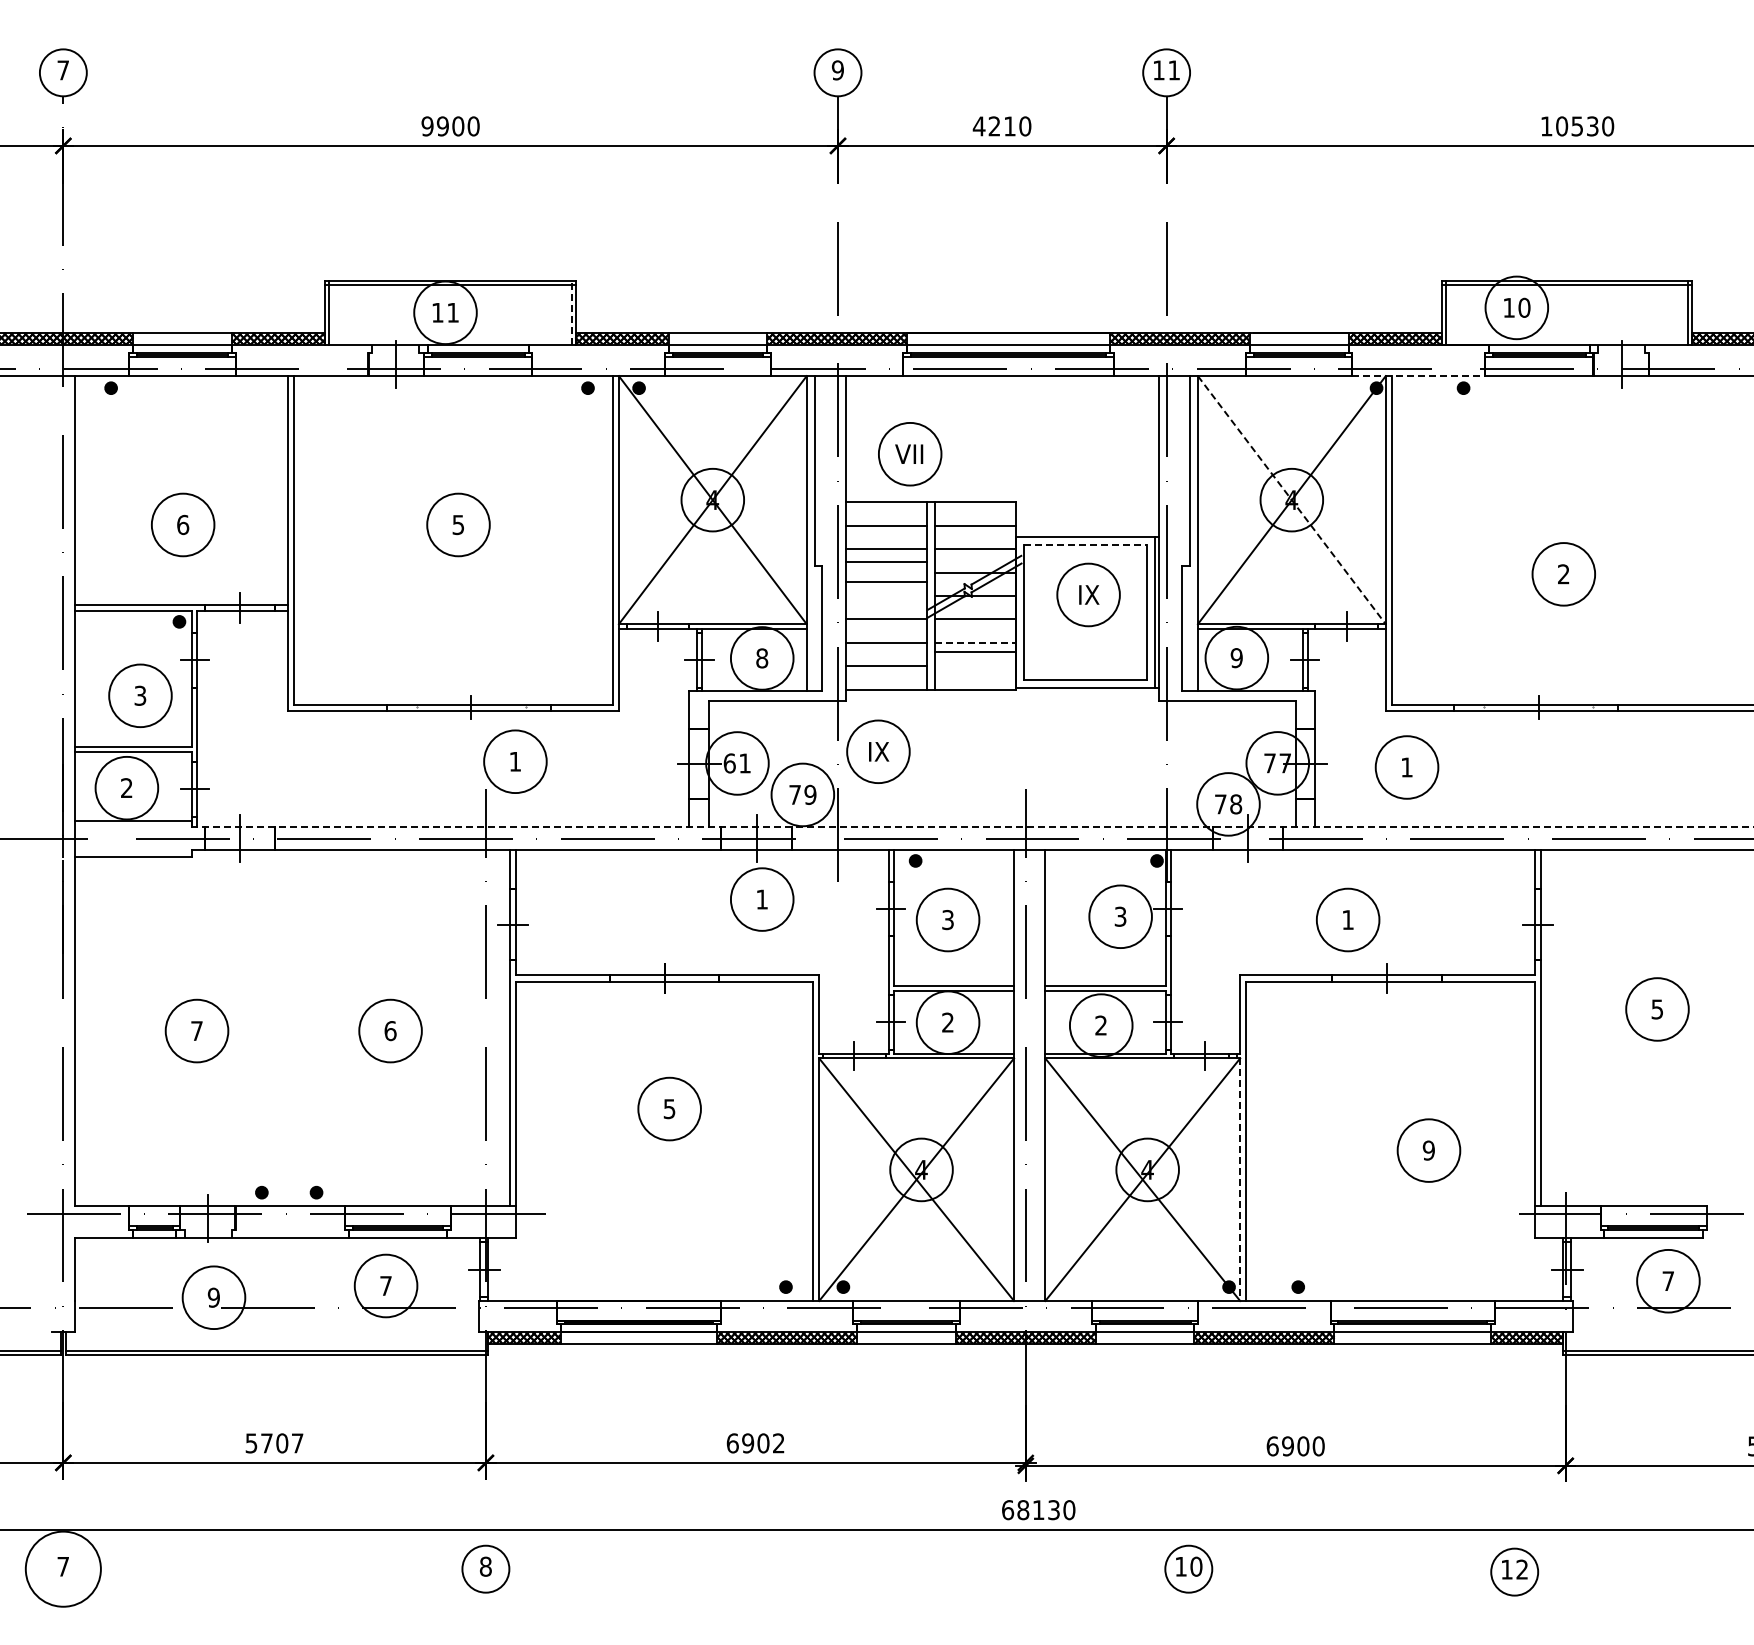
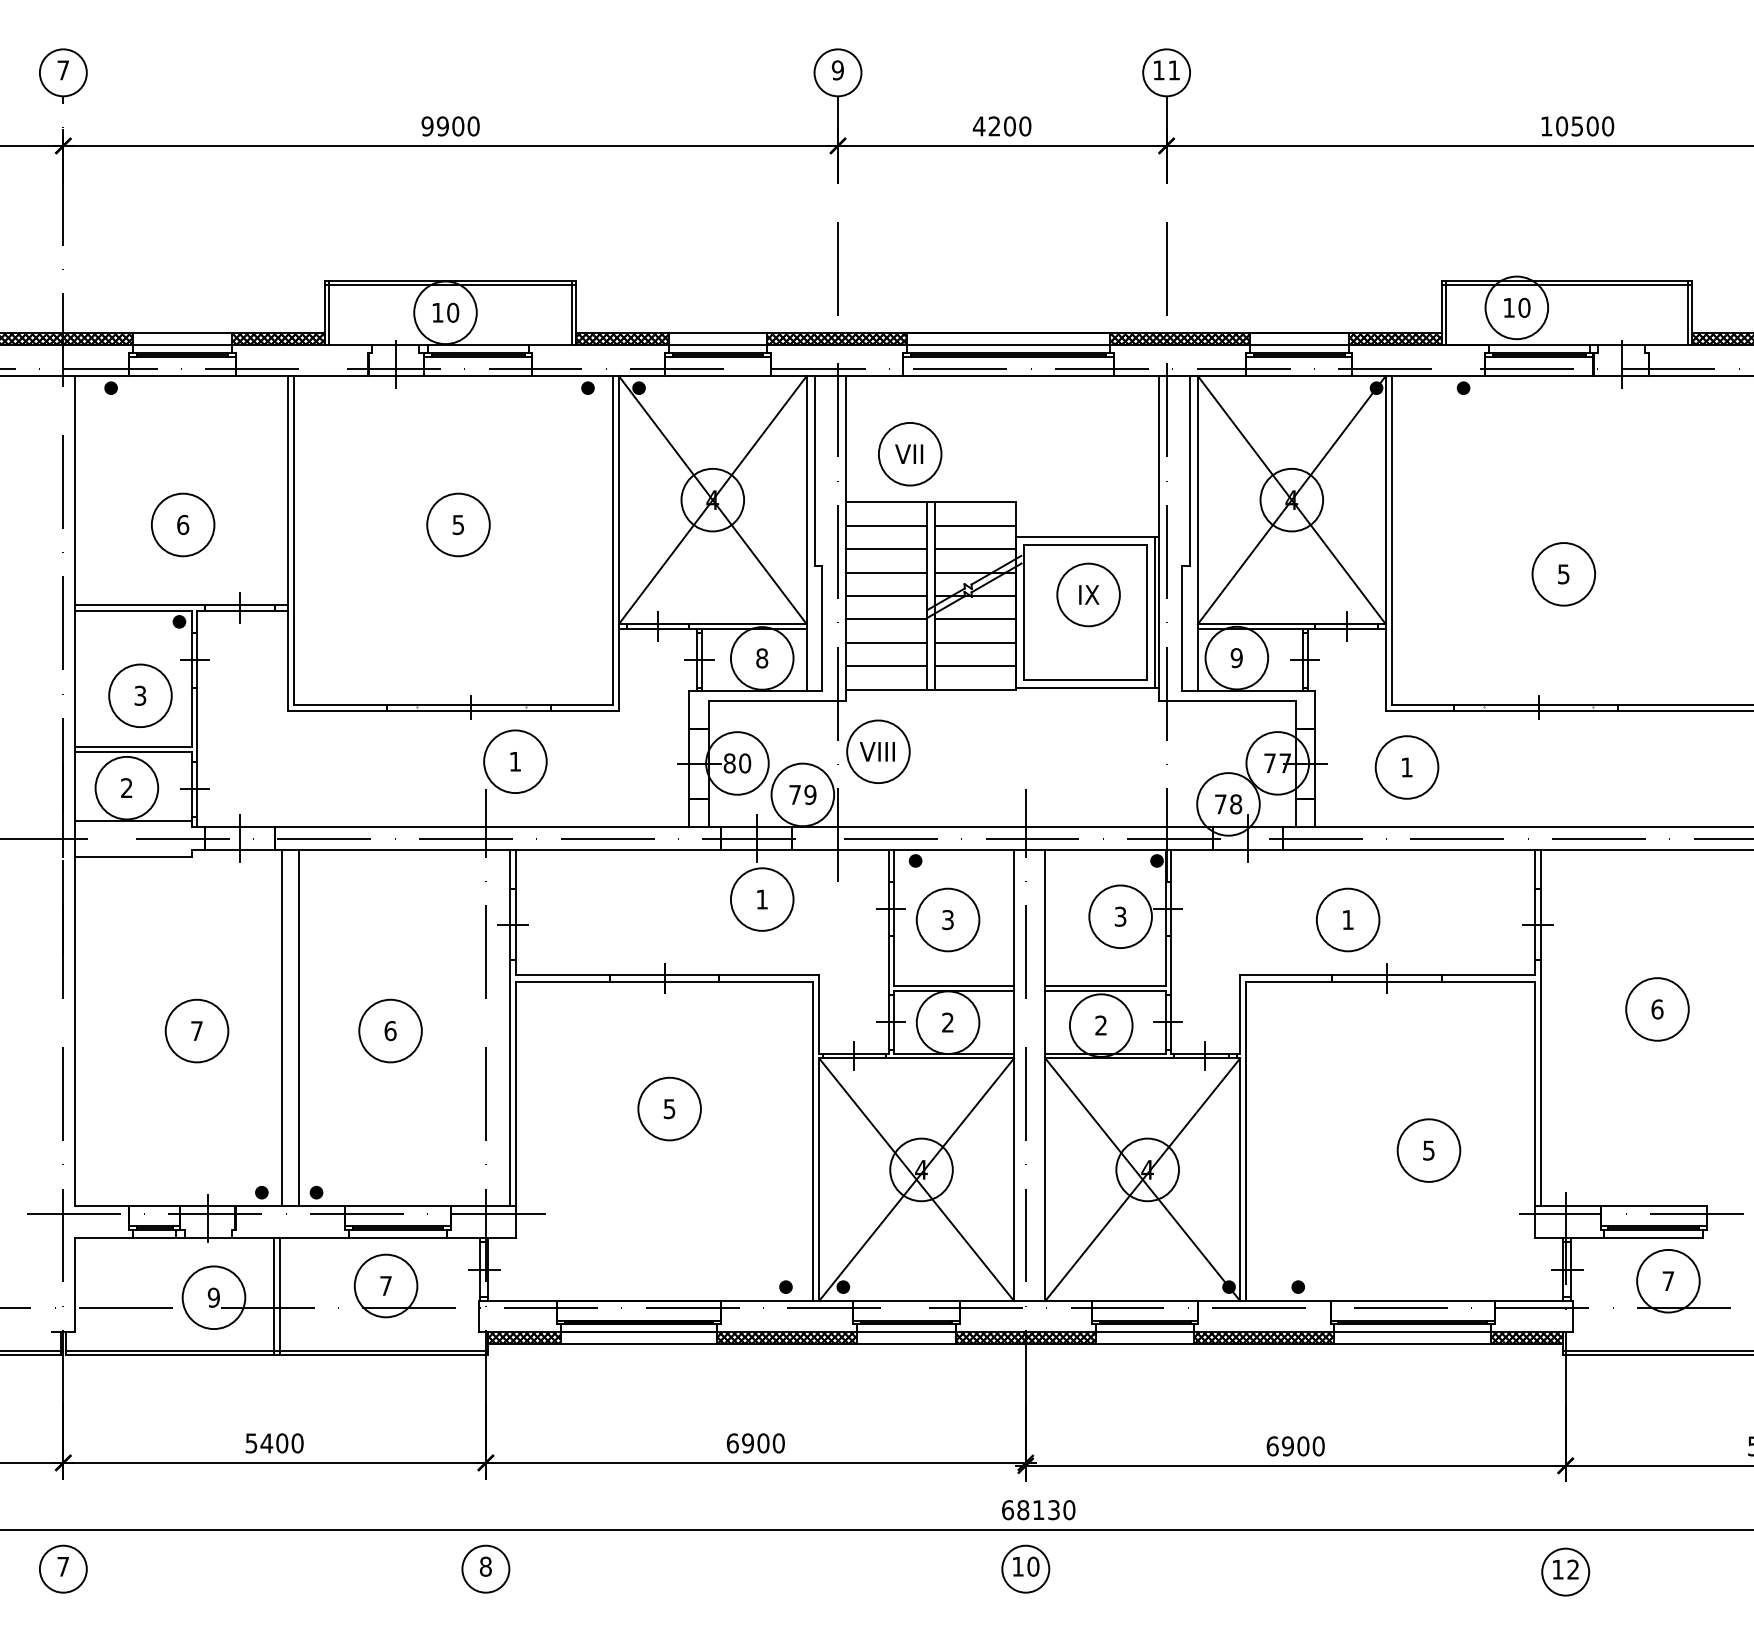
text at (1009, 126): 4210 -> 4200
text at (1592, 126): 10530 -> 10500
text at (453, 312): 11 -> 10
line at (571, 313): dashed -> solid
line at (1419, 376): dashed -> solid
line at (1291, 500): dashed -> solid
line at (1086, 545): dashed -> solid
line at (886, 561) position: (886, 561) -> (886, 572)
text at (1563, 574): 2 -> 5
line at (886, 582) position: (886, 582) -> (886, 596)
line at (975, 642): dashed -> solid
line at (975, 652) position: (975, 652) -> (975, 666)
text at (876, 751): IX -> VIII
text at (737, 763): 61 -> 80
line at (972, 826): dashed -> solid
text at (1657, 1009): 5 -> 6
line at (281, 1028): none -> present
line at (298, 1028): none -> present
text at (1428, 1150): 9 -> 5
line at (1240, 1180): dashed -> solid
line at (273, 1295): none -> present
line at (280, 1295): none -> present
text at (281, 1443): 5707 -> 5400
text at (778, 1443): 6902 -> 6900
circle at (62, 1568) diameter: 75 px -> 47 px
part at (1188, 1568) position: (1188, 1568) -> (1025, 1568)
part at (1514, 1571) position: (1514, 1571) -> (1565, 1571)
